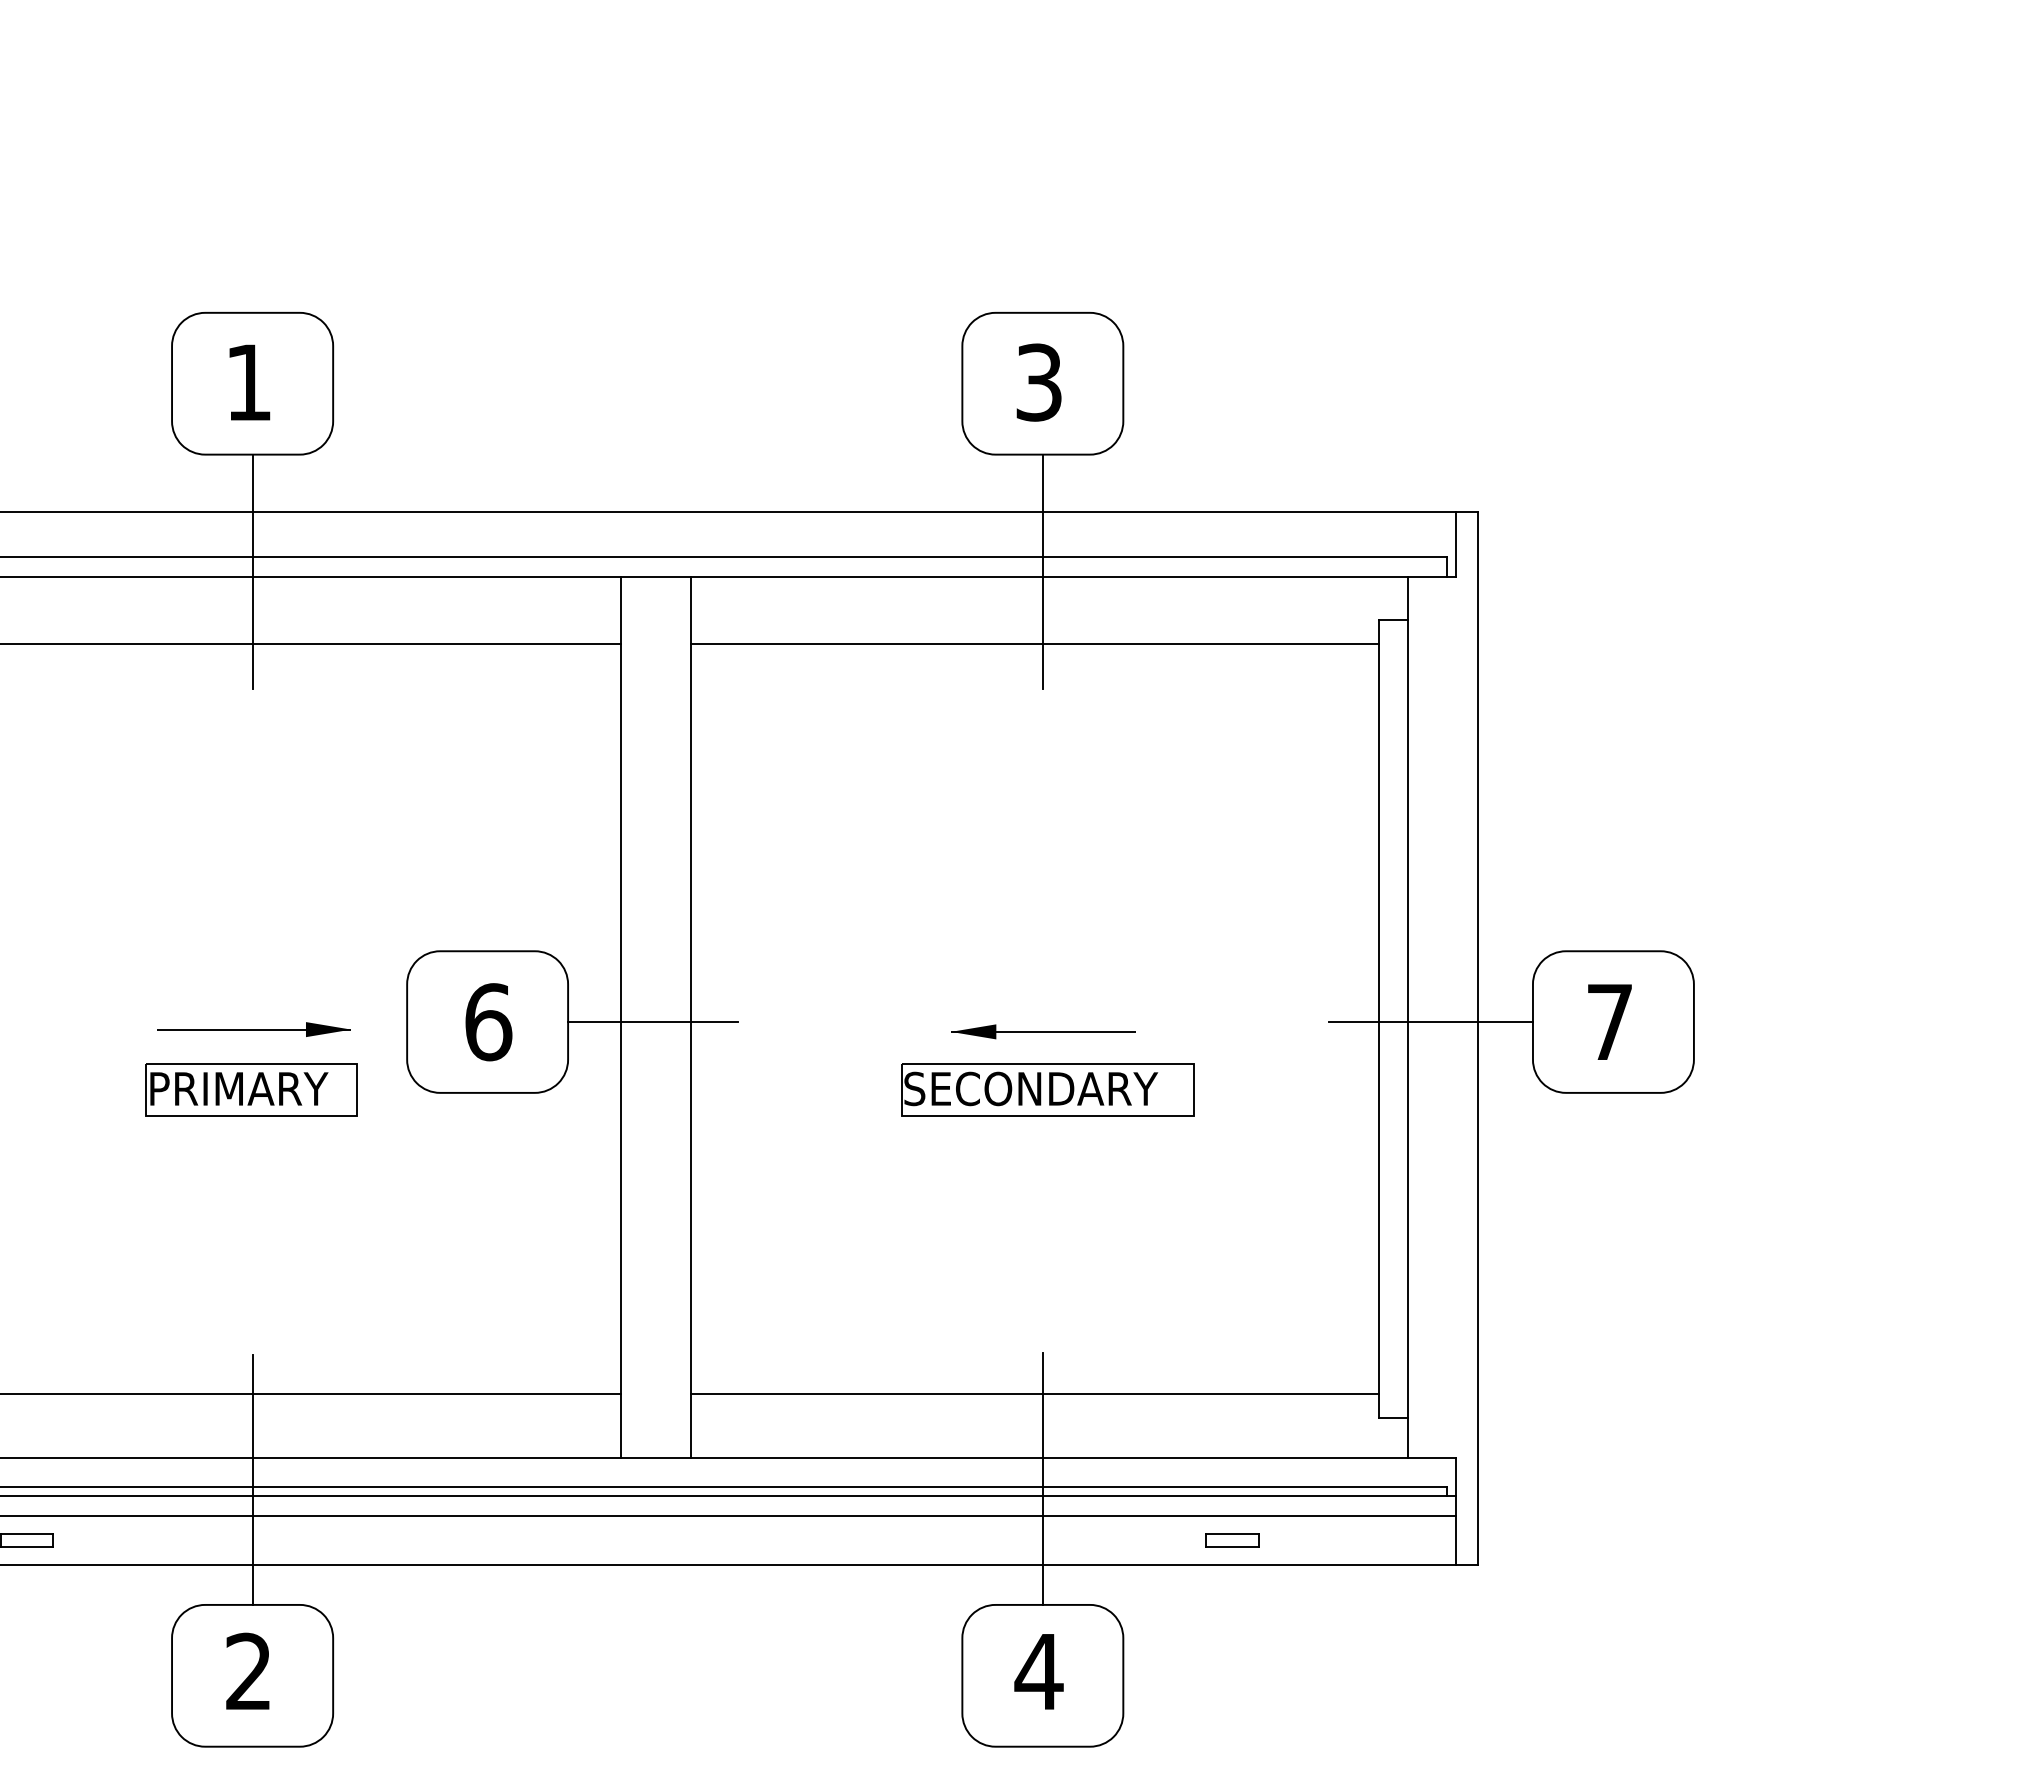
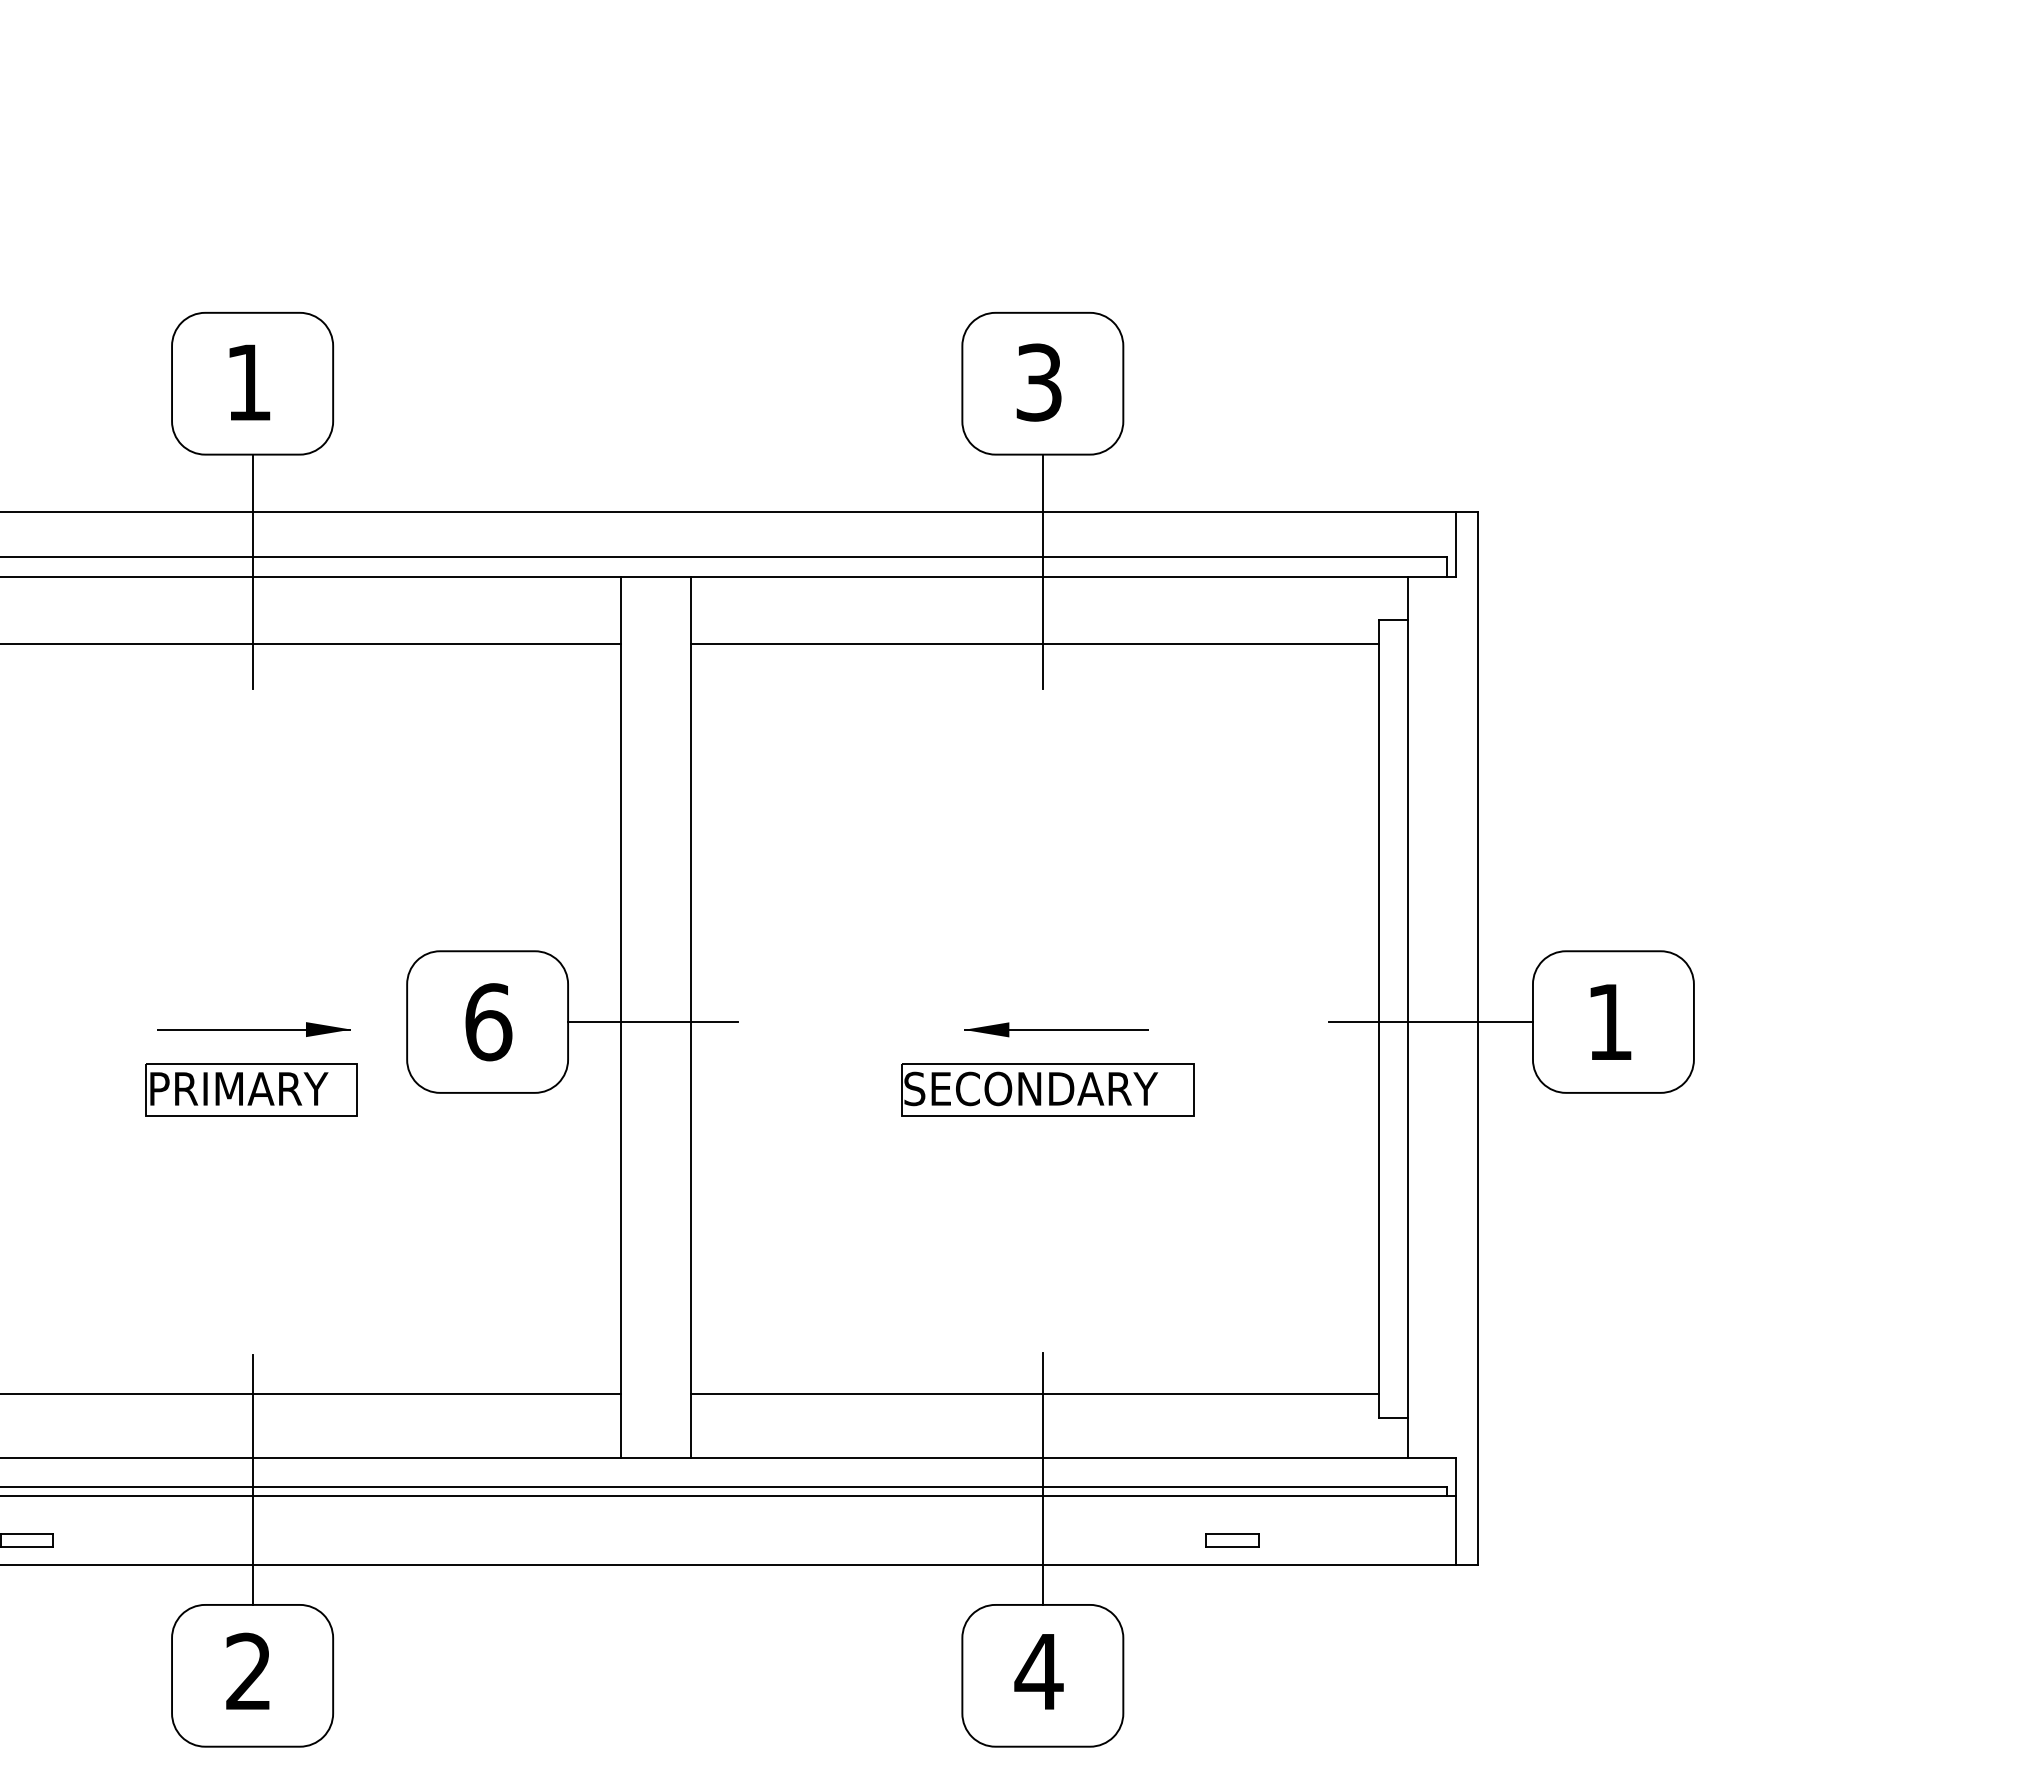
text at (1609, 1021): 7 -> 1
part at (1043, 1031) position: (1043, 1031) -> (1056, 1029)
line at (729, 1515): present -> none
